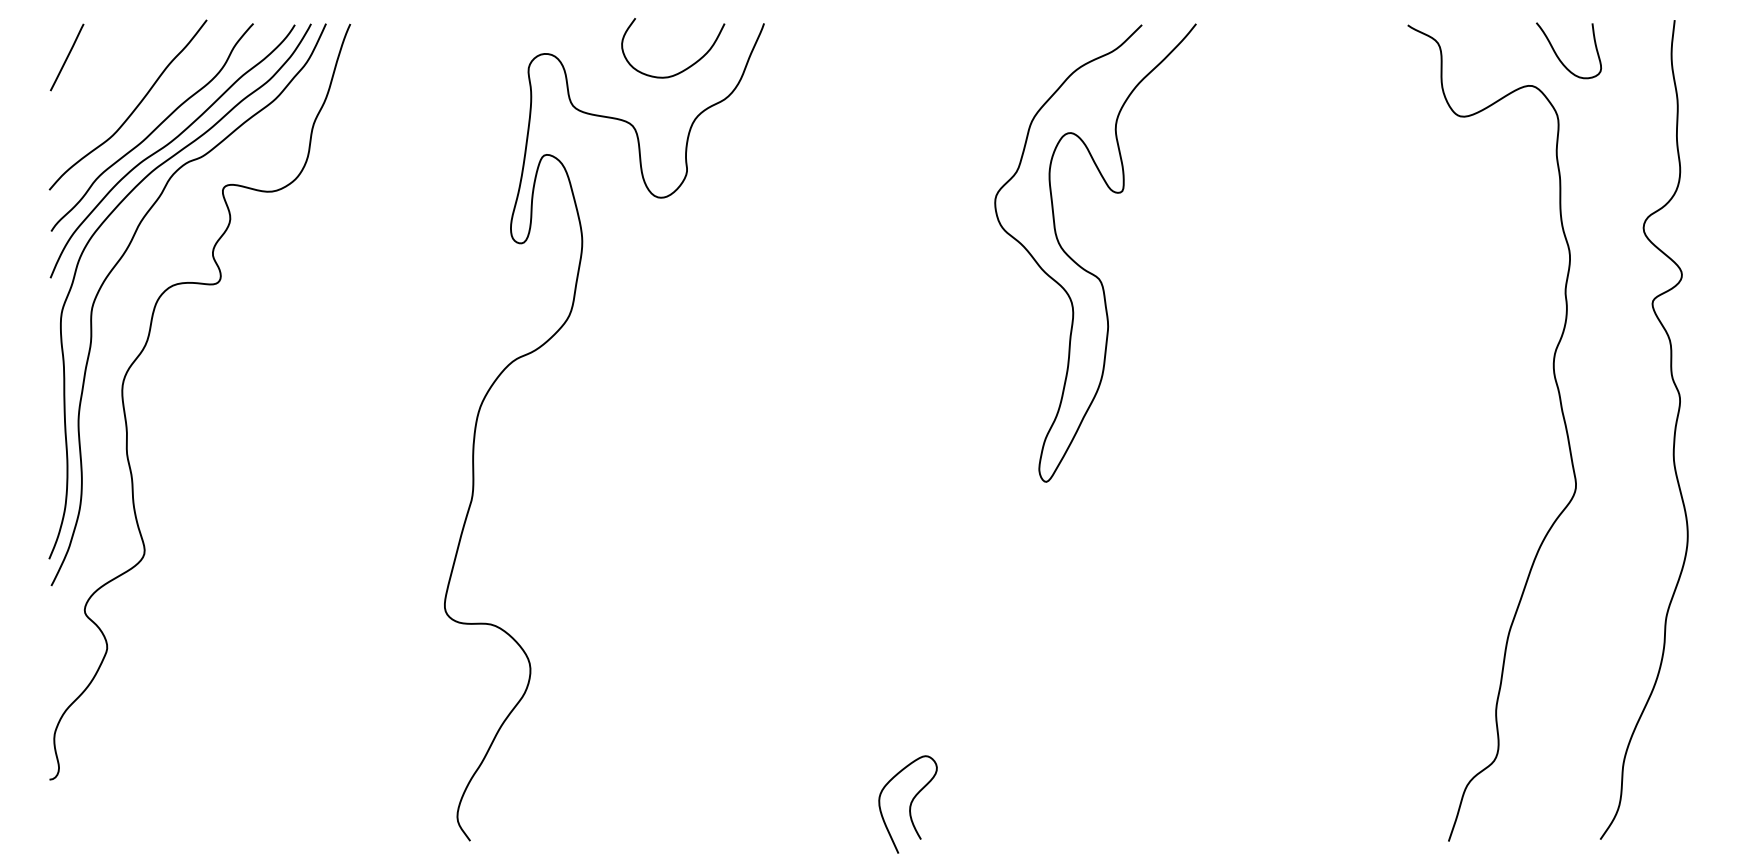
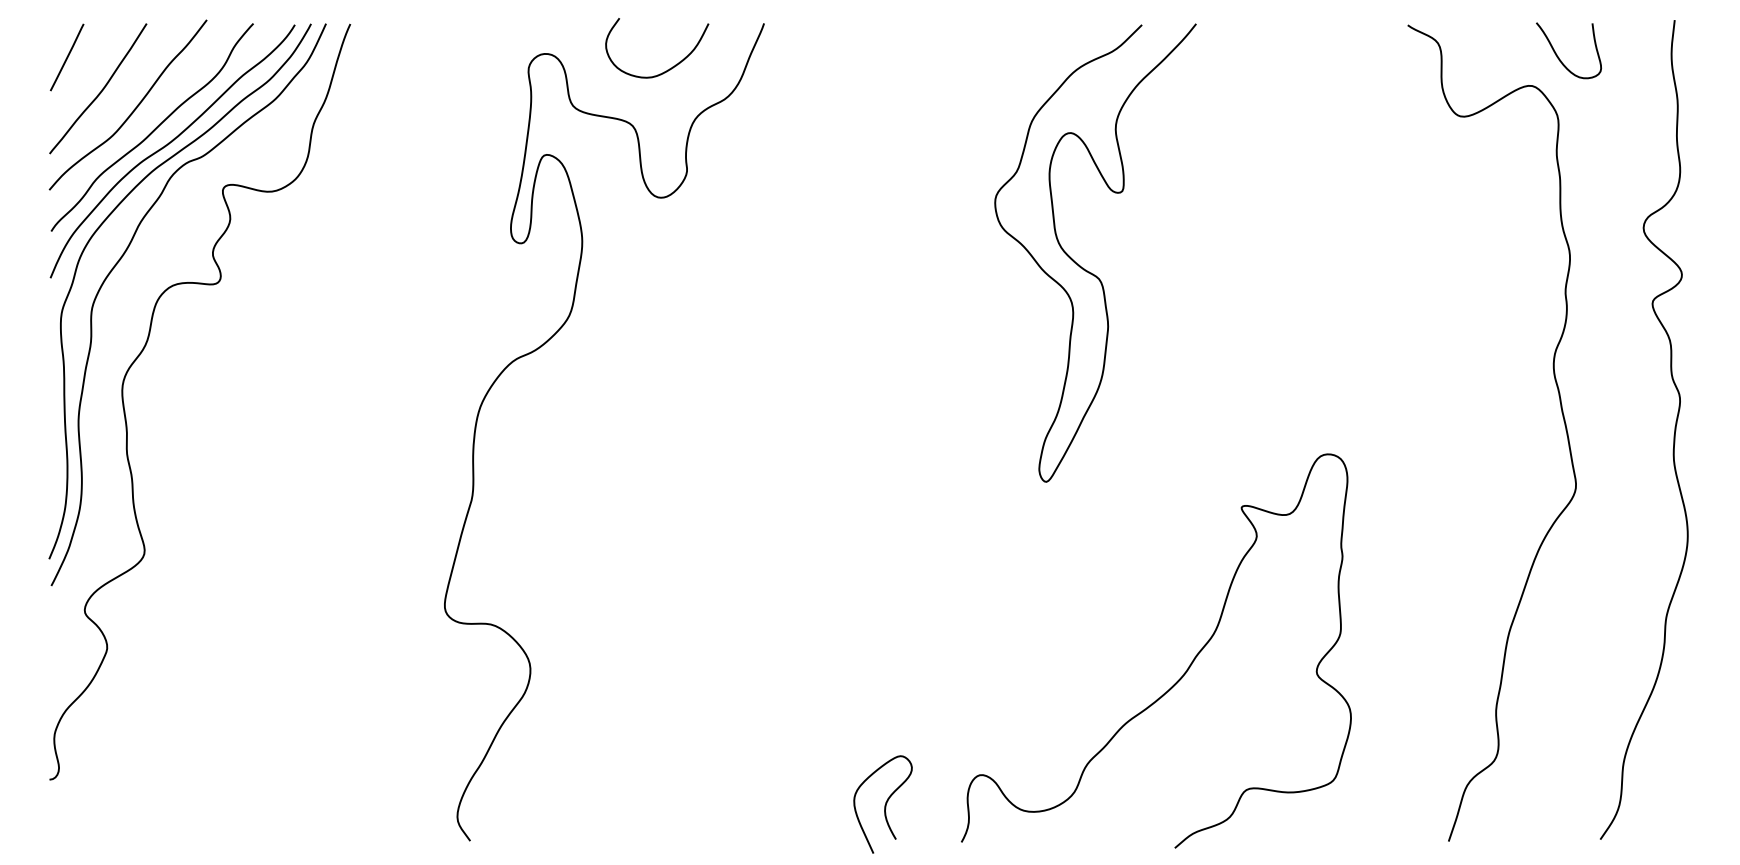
curve at (683, 69) position: (683, 69) -> (667, 69)
curve at (101, 89): none -> present
curve at (1183, 673): none -> present
curve at (909, 805) position: (909, 805) -> (884, 805)
